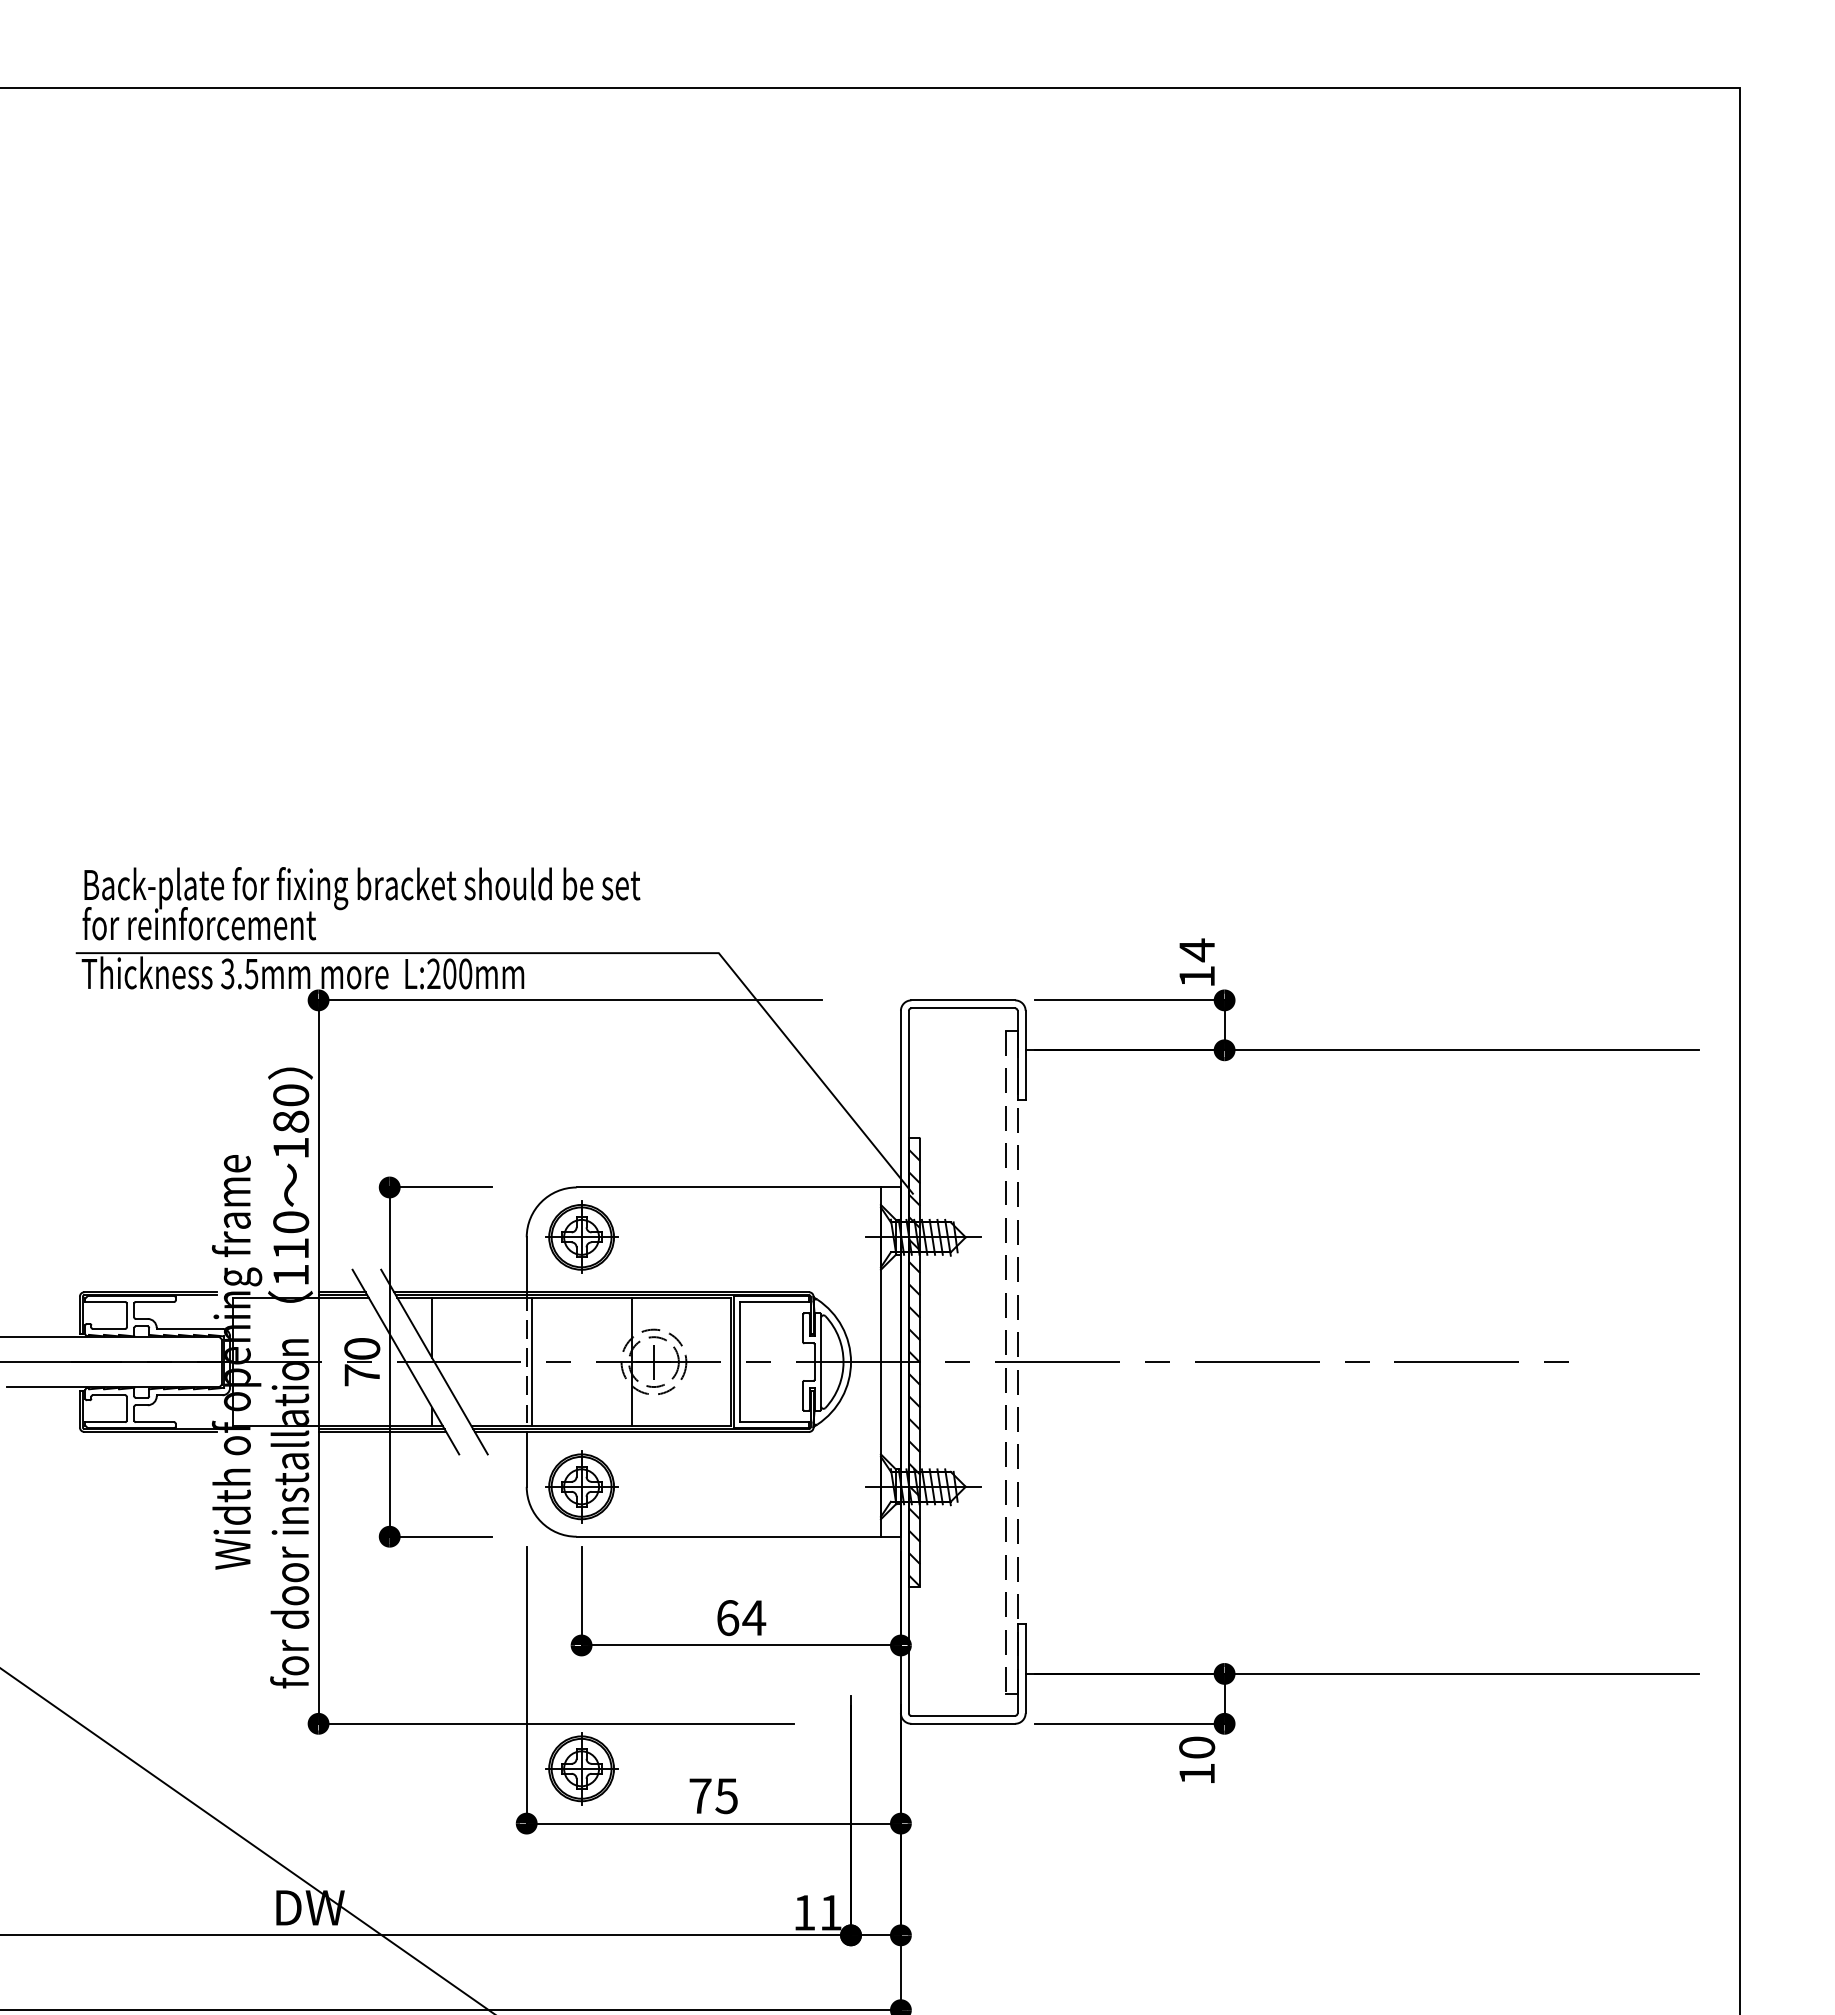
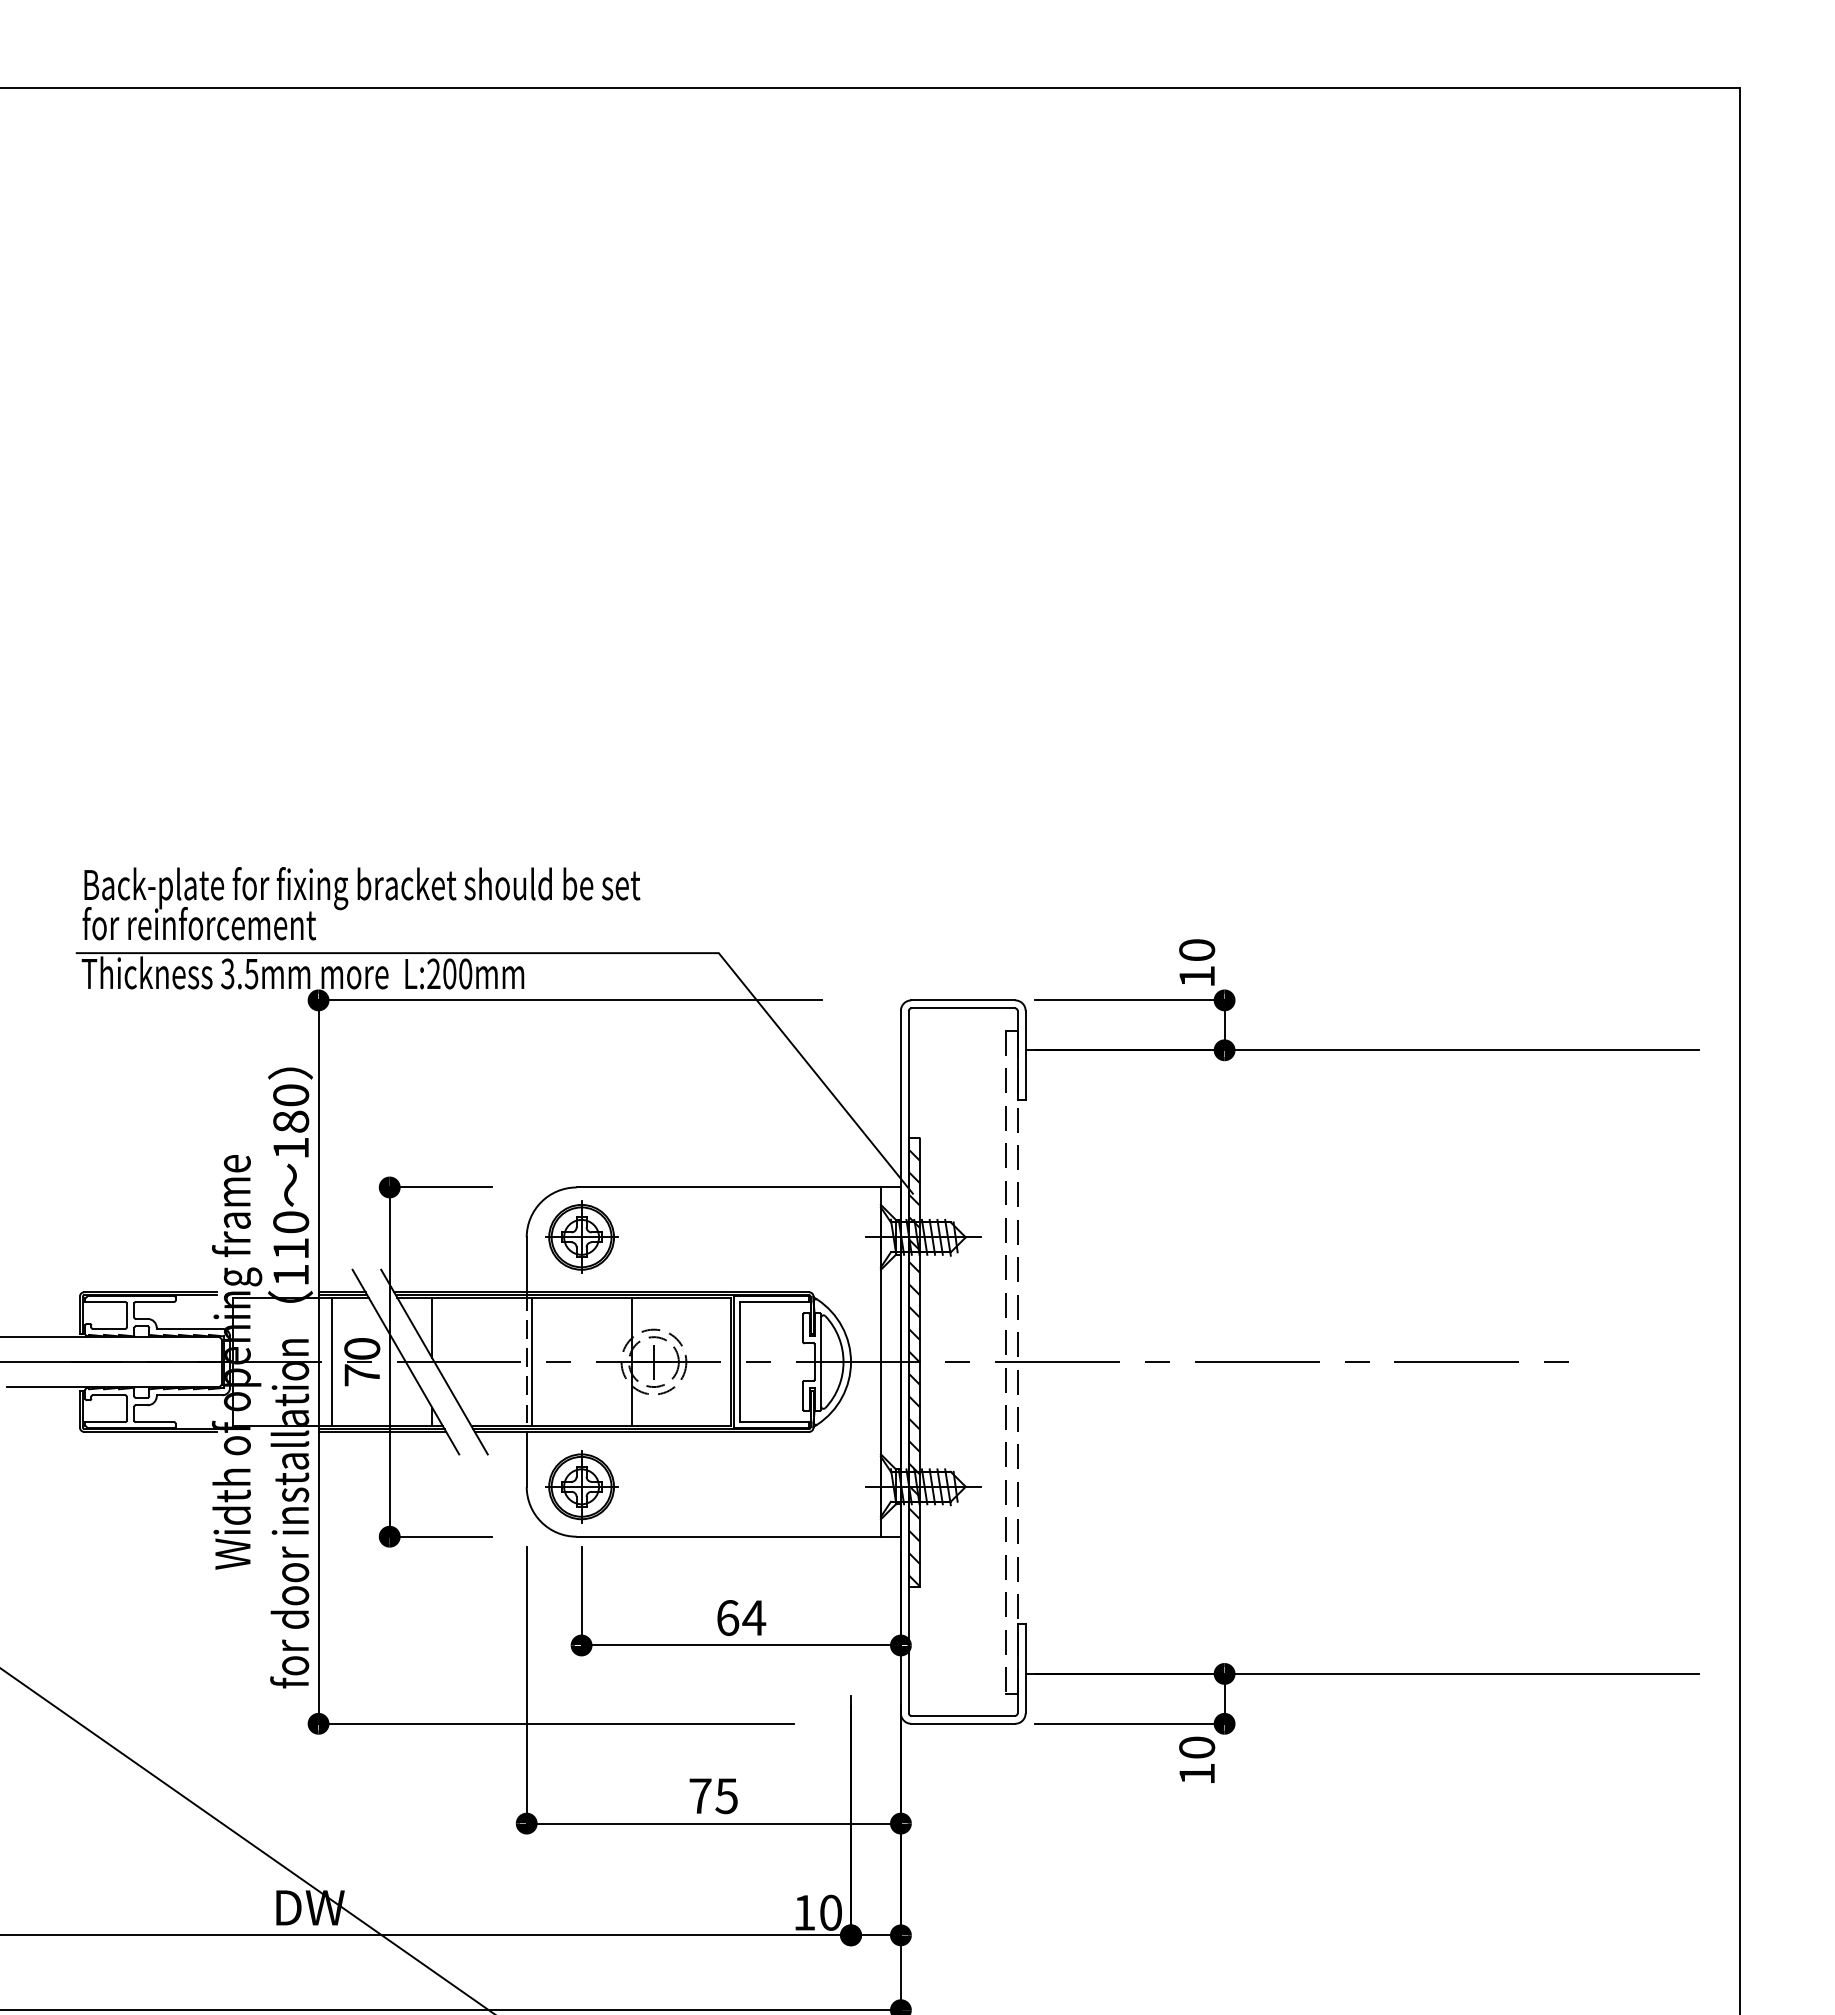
text at (1197, 950): 14 -> 10
line at (332, 1361): none -> present
part at (581, 1768): present -> none
text at (830, 1912): 11 -> 10
